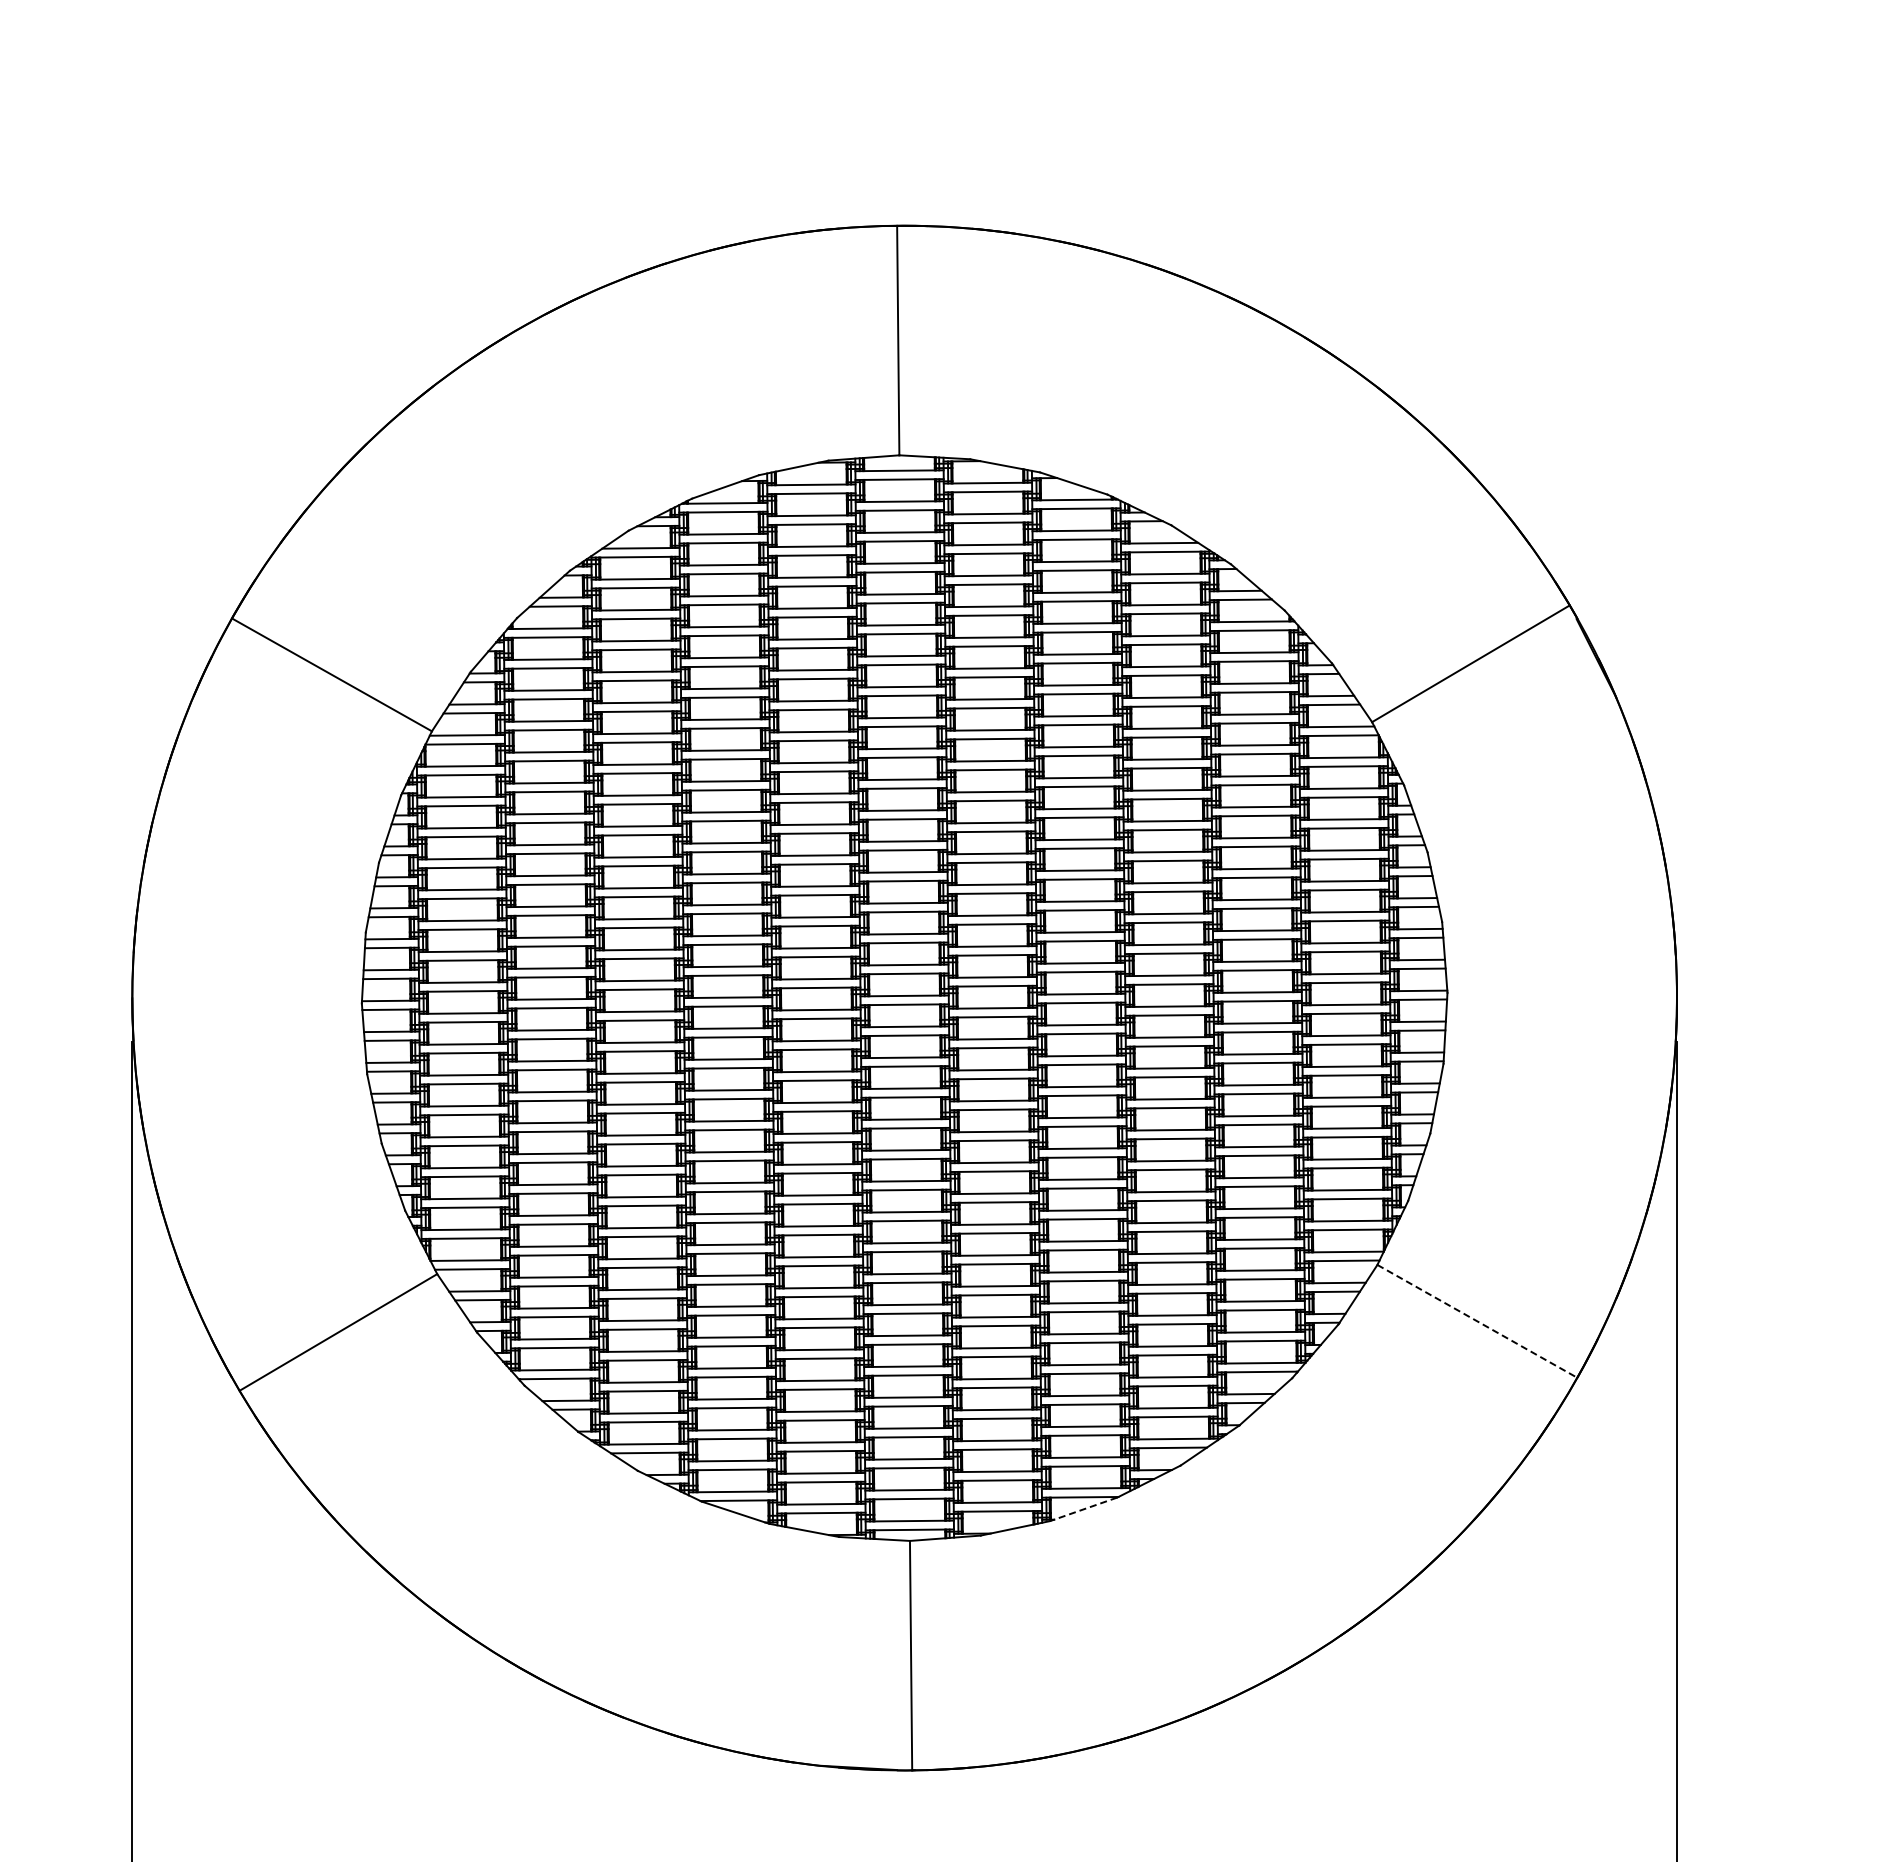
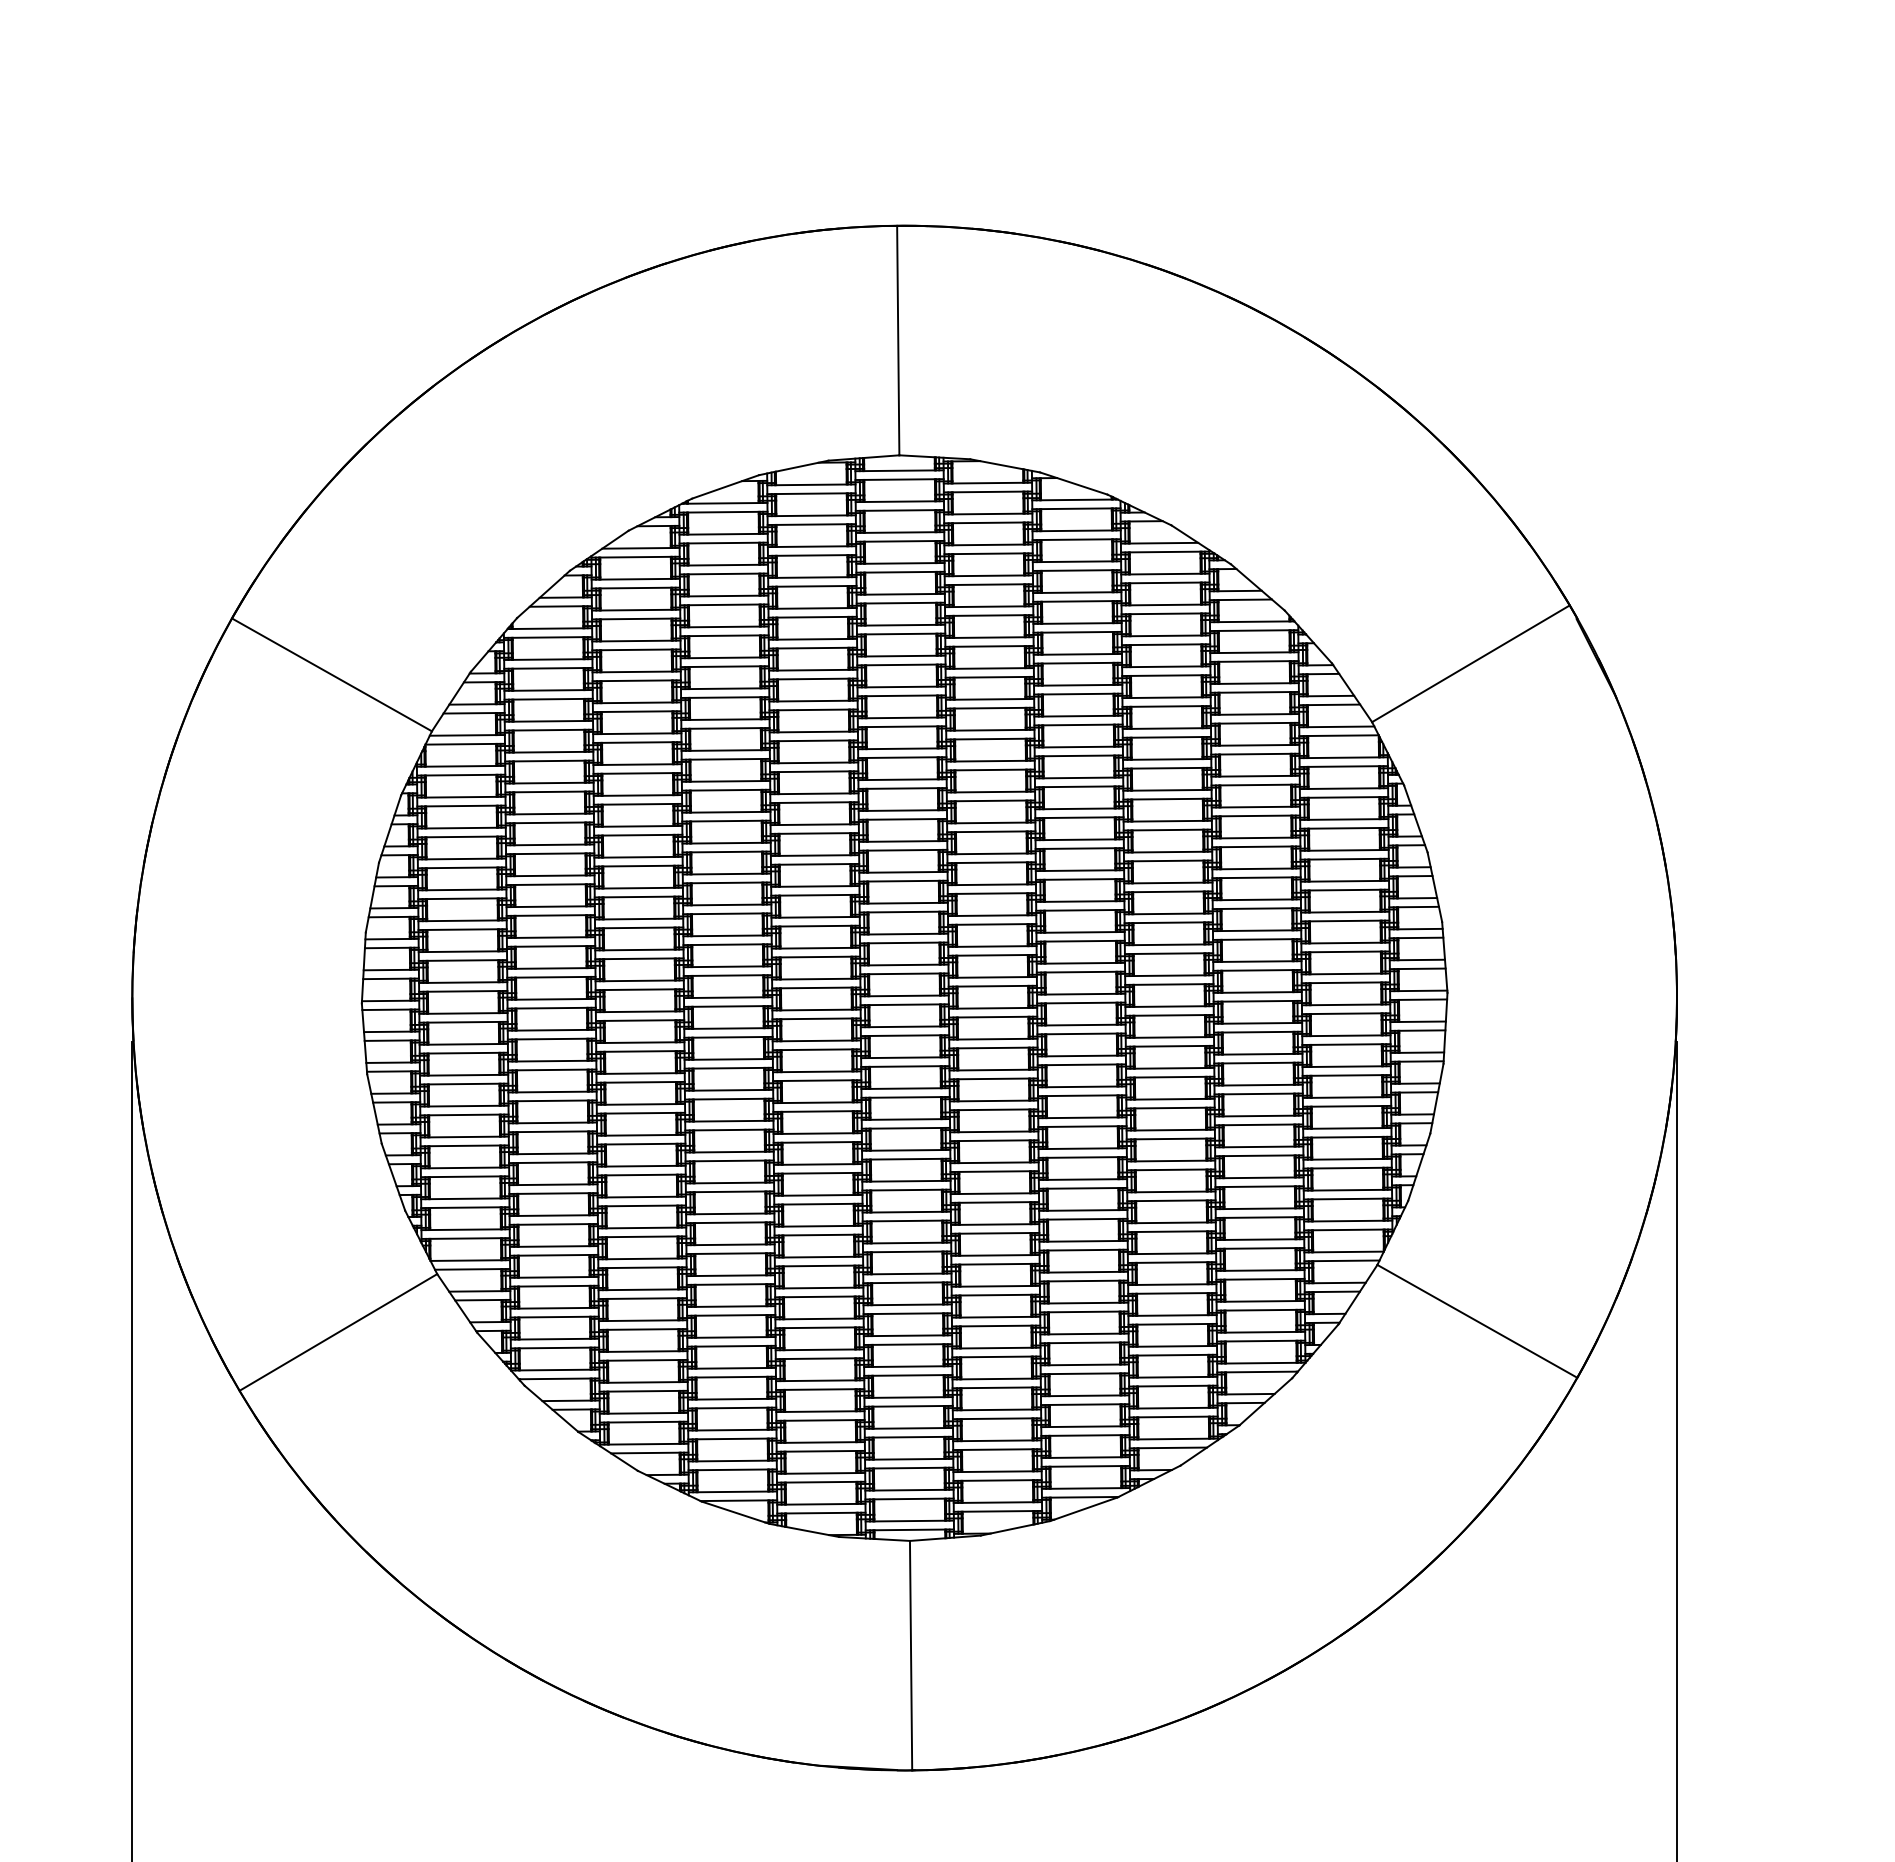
line at (1477, 1321): dashed -> solid
line at (1083, 1509): dashed -> solid
